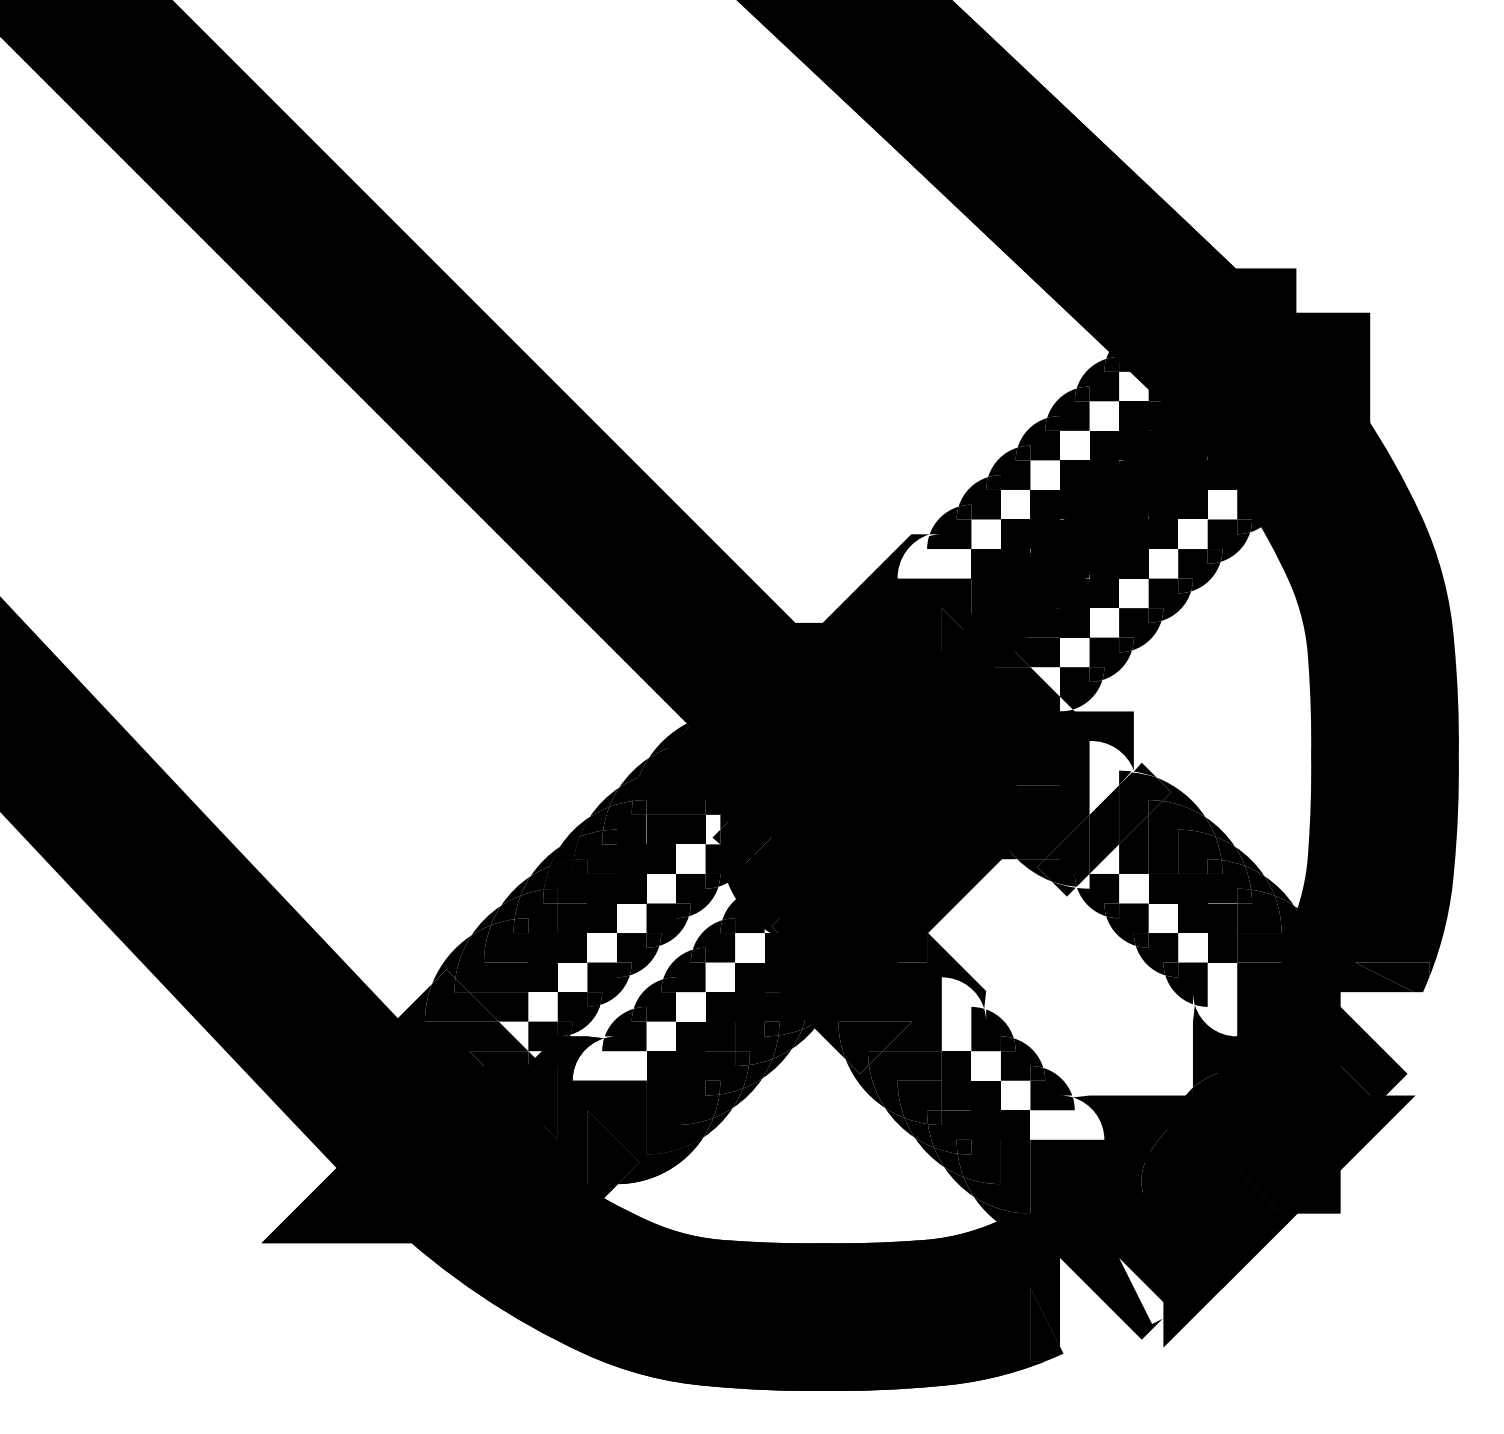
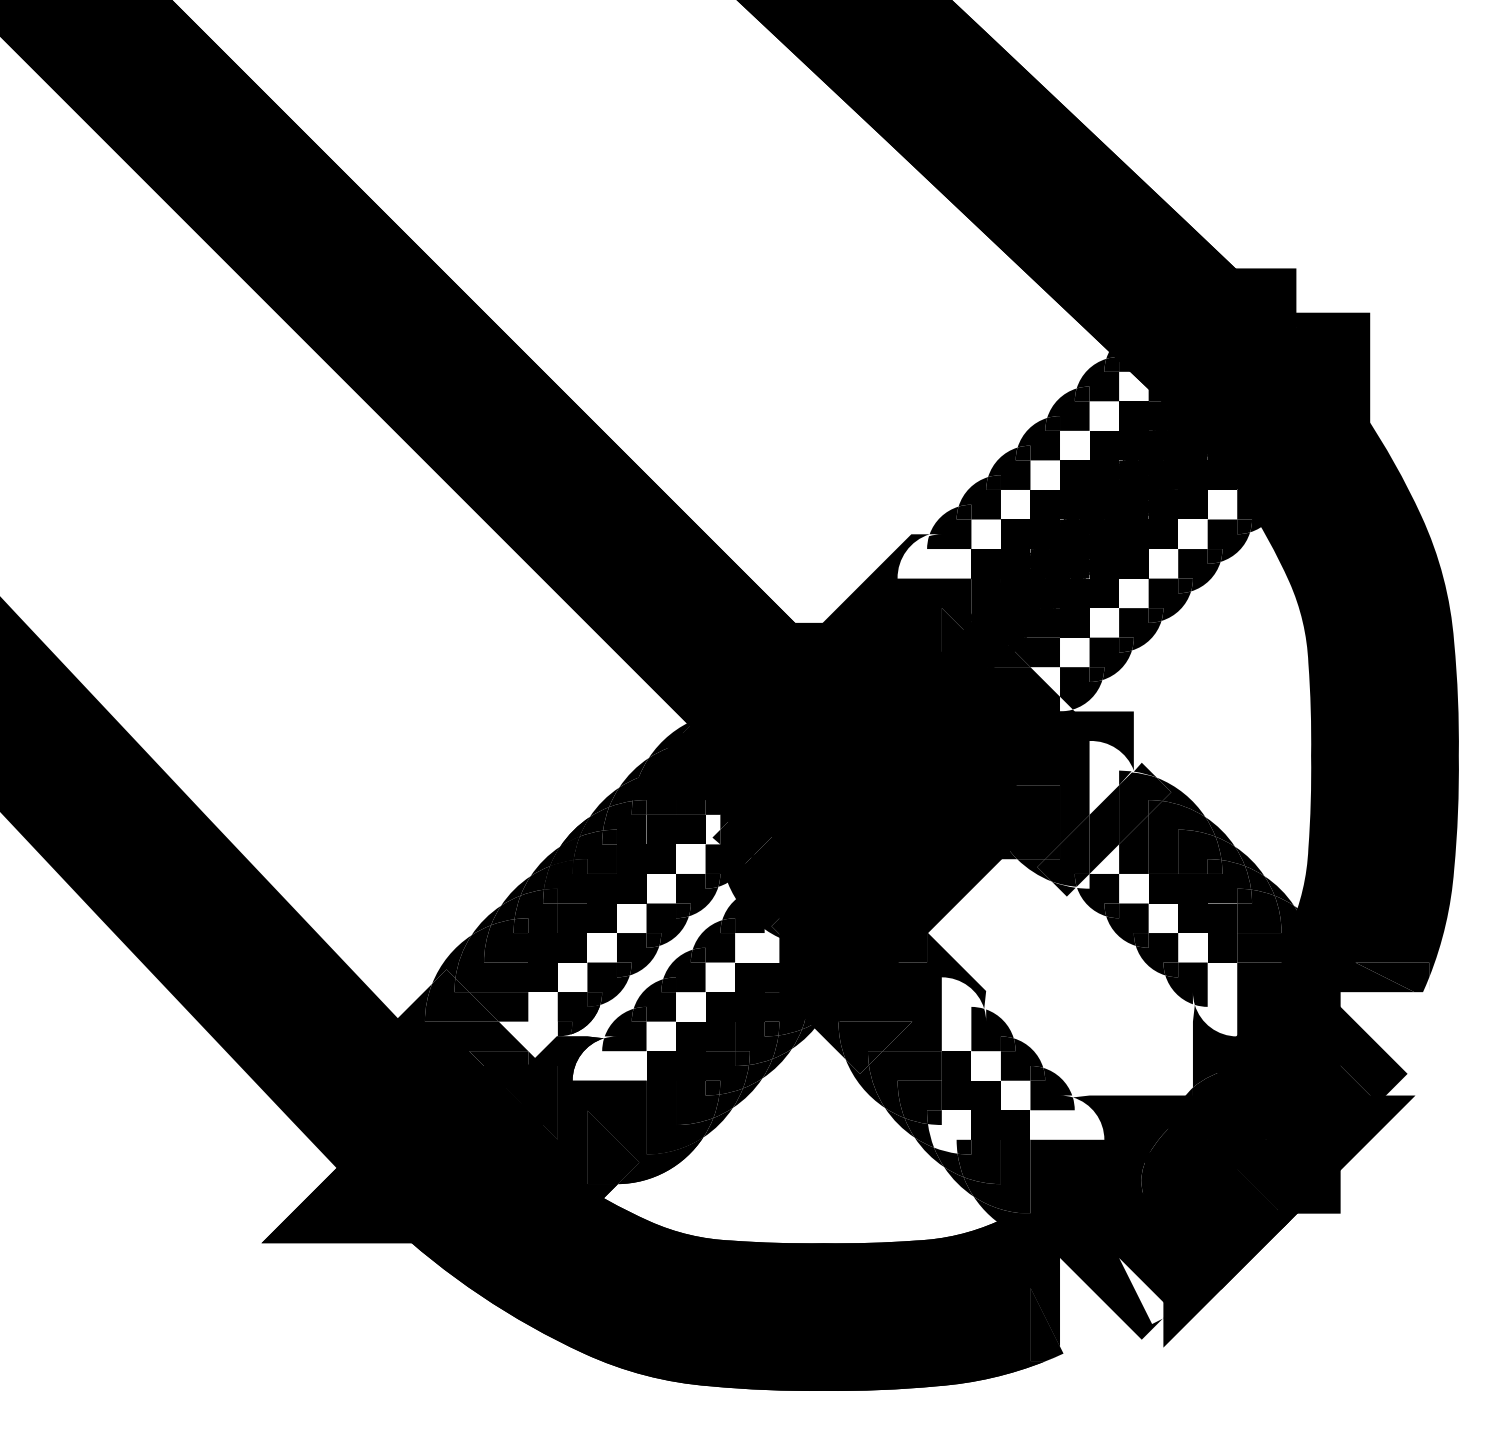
fill at (779, 947): present -> none
fill at (549, 1042): present -> none
fill at (949, 1131): present -> none
